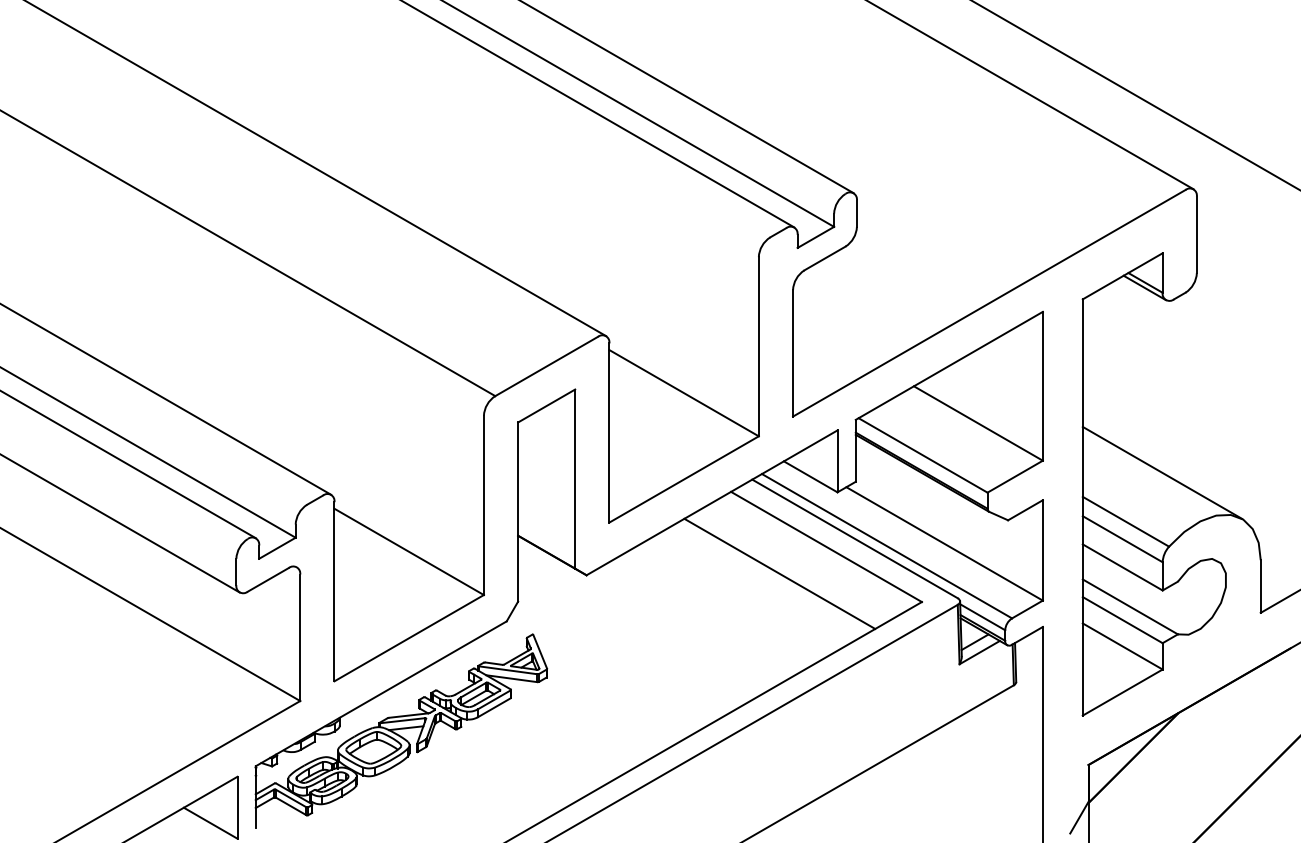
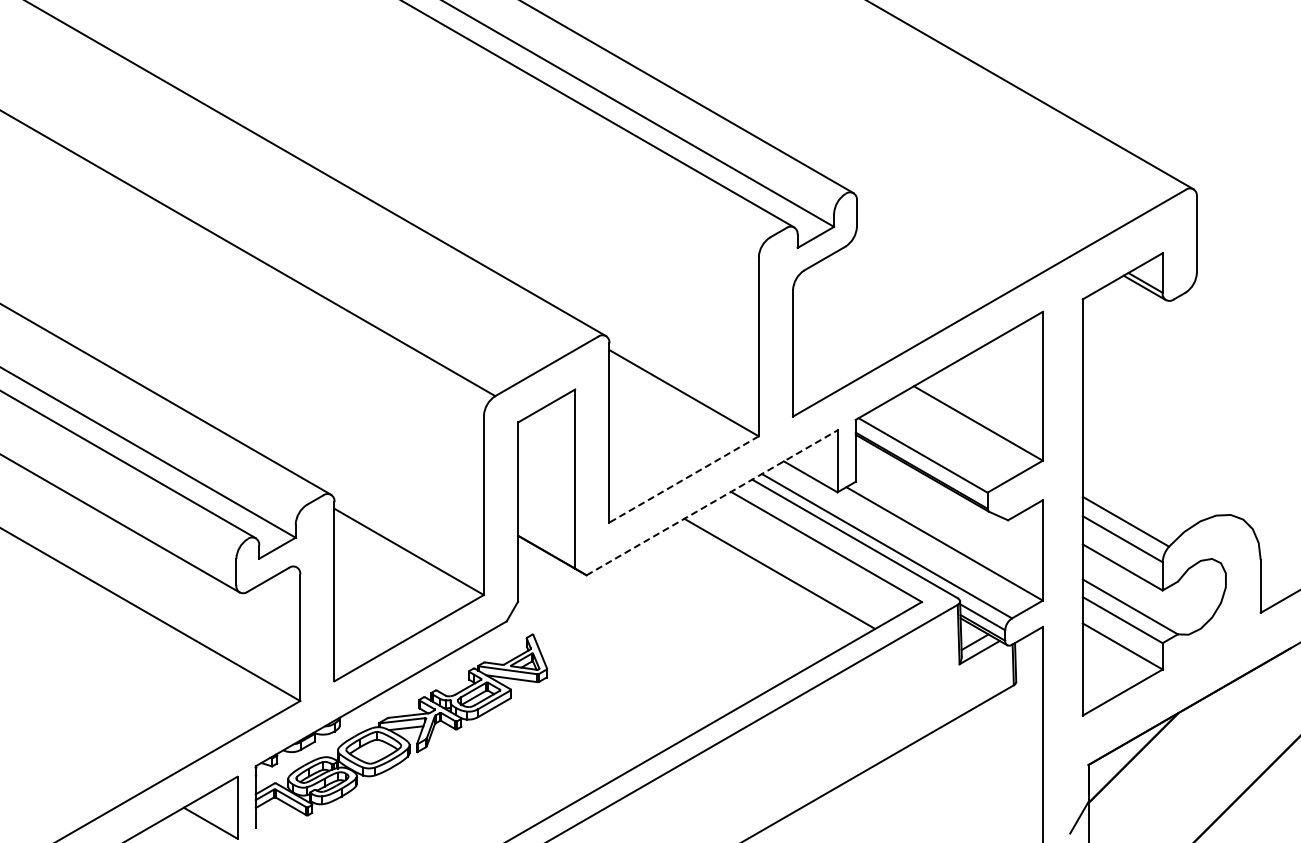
line at (1135, 95): present -> none
line at (1162, 472): present -> none
line at (683, 479): solid -> dashed
line at (712, 502): solid -> dashed
